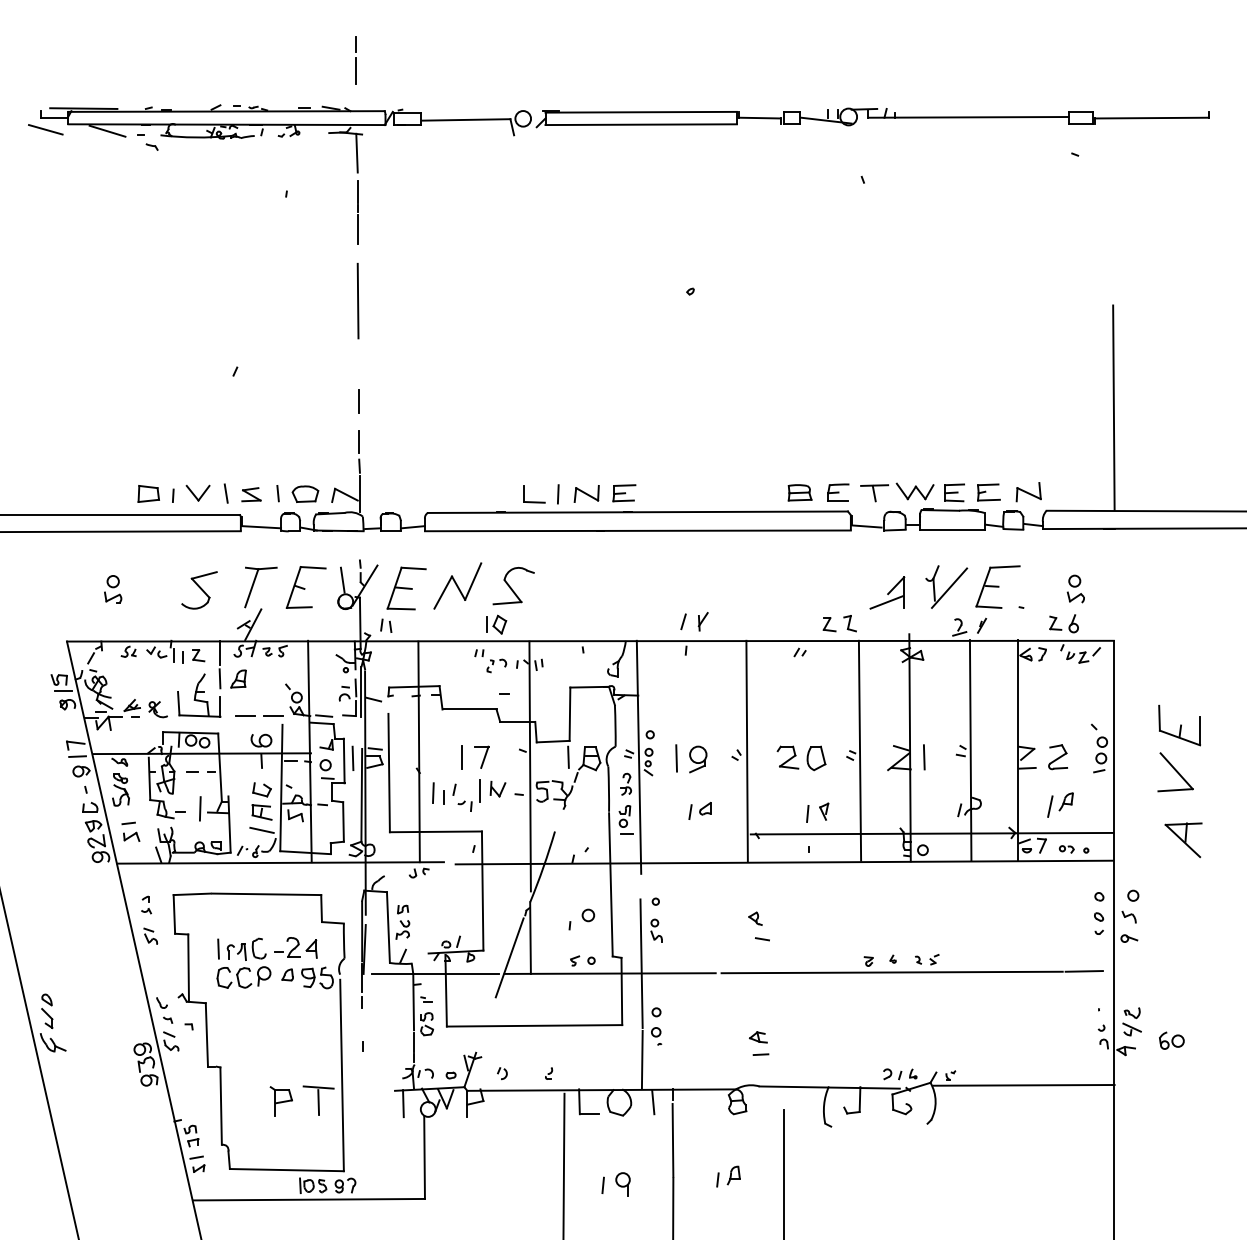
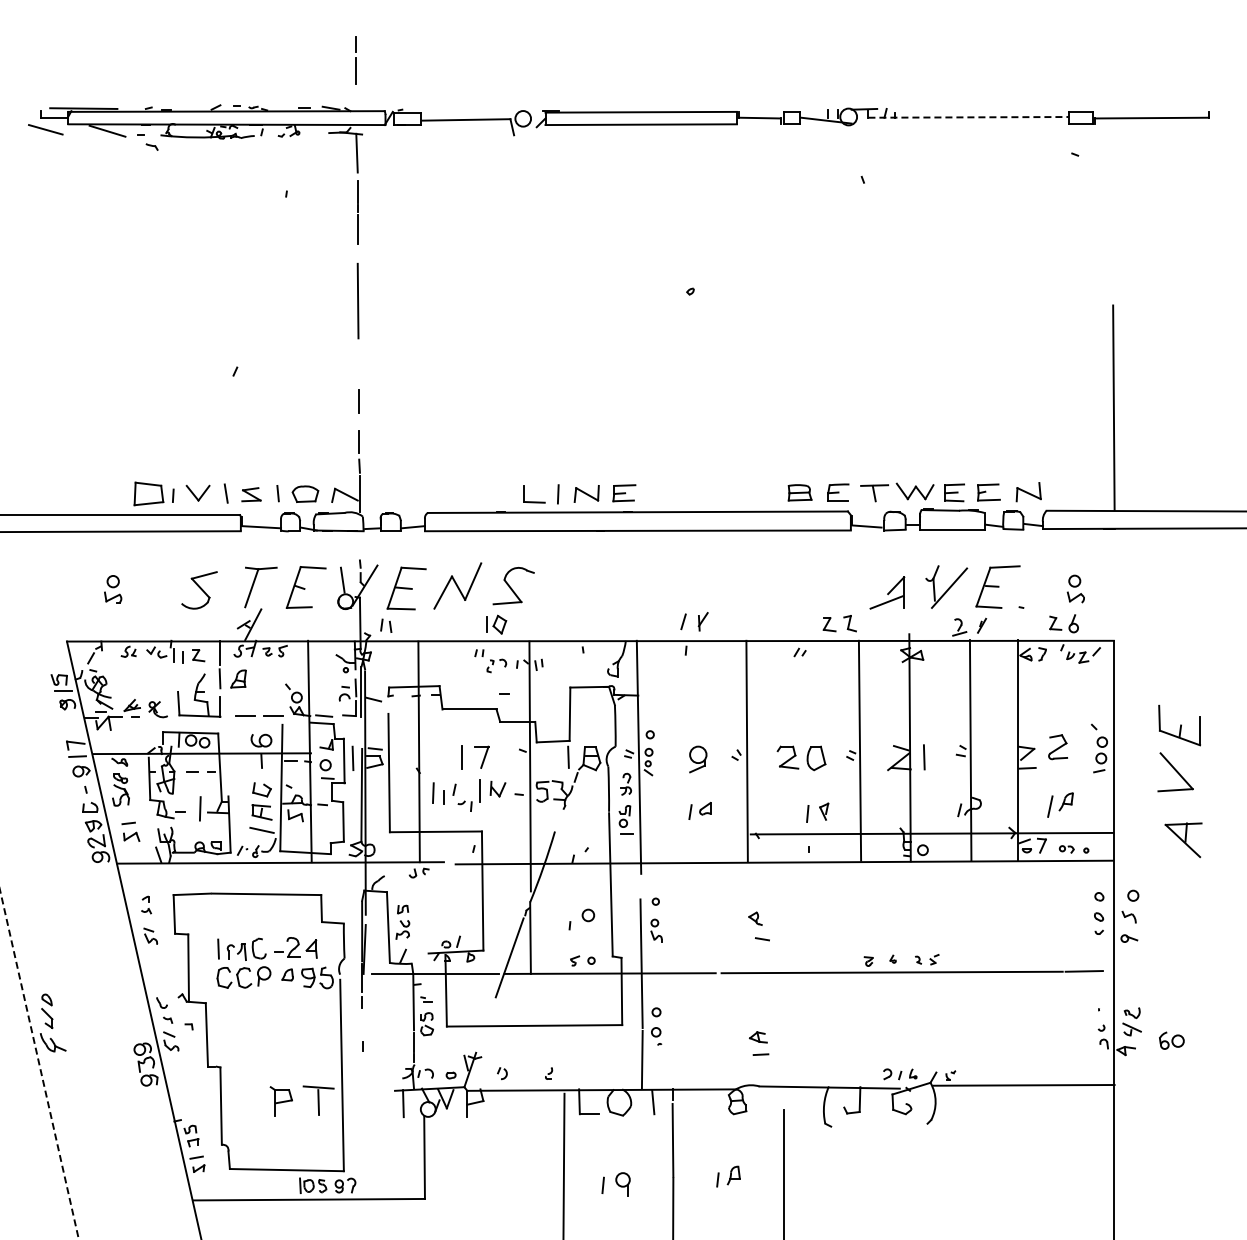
line at (969, 117): solid -> dashed
part at (148, 493) size: 23x18 px -> 32x26 px
part at (1057, 757) position: (1057, 757) -> (1057, 747)
line at (676, 758): present -> none
line at (39, 1065): solid -> dashed
